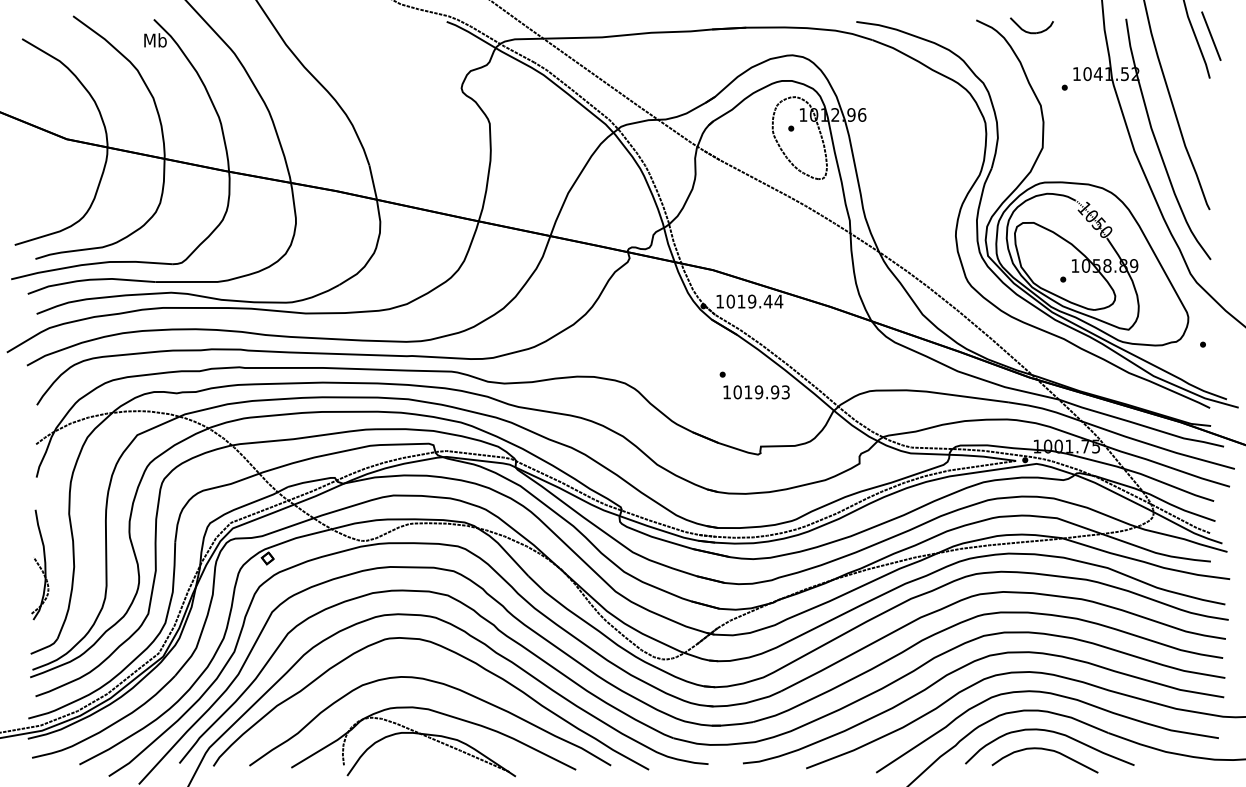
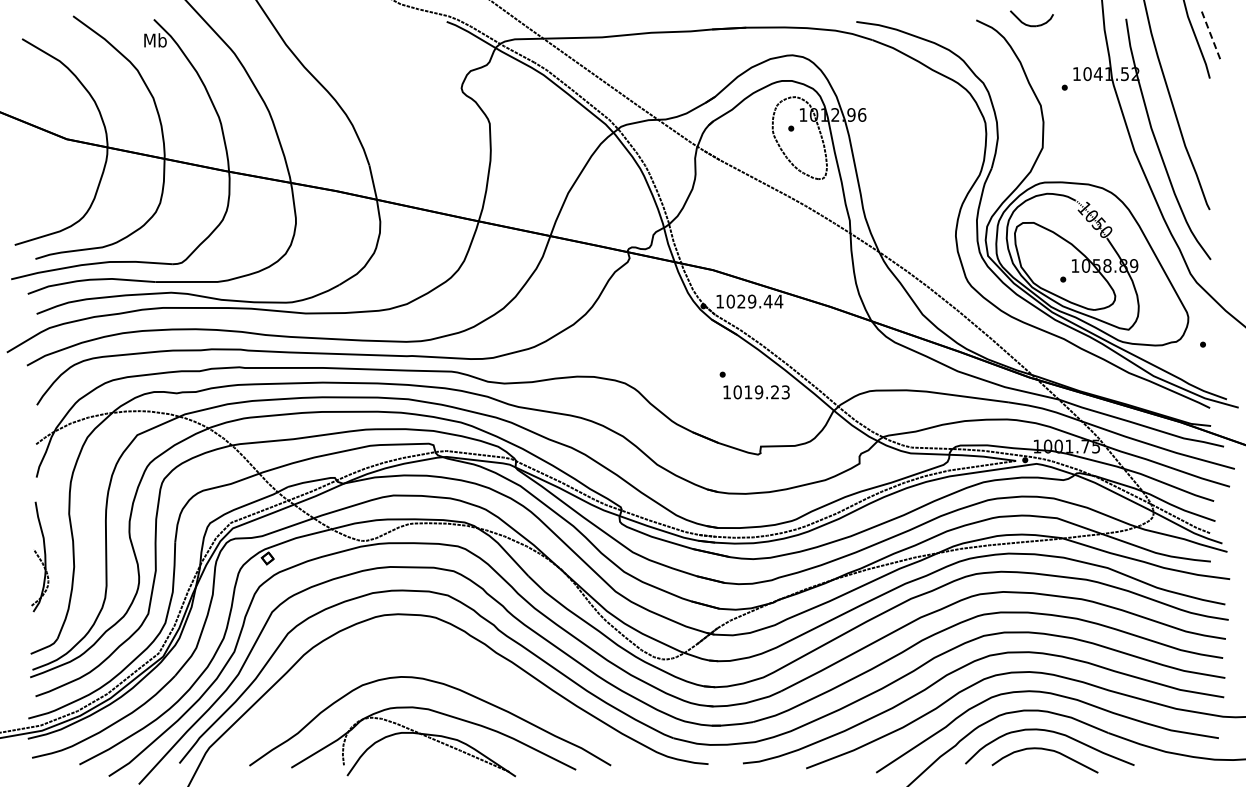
part at (1029, 31) position: (1029, 31) -> (1029, 24)
line at (1211, 36): solid -> dashed
text at (741, 301): 1019.44 -> 1029.44
text at (775, 392): 1019.93 -> 1019.23
part at (40, 564) position: (40, 564) -> (40, 556)
curve at (456, 654): present -> none
